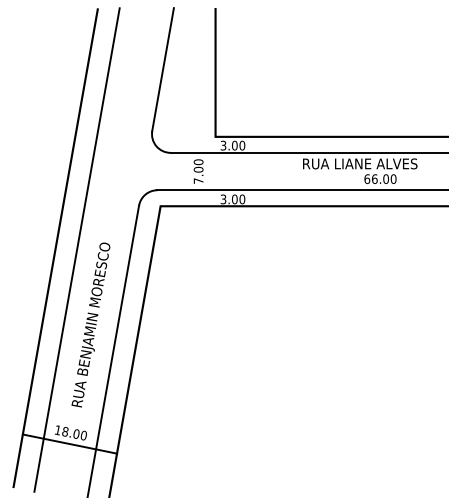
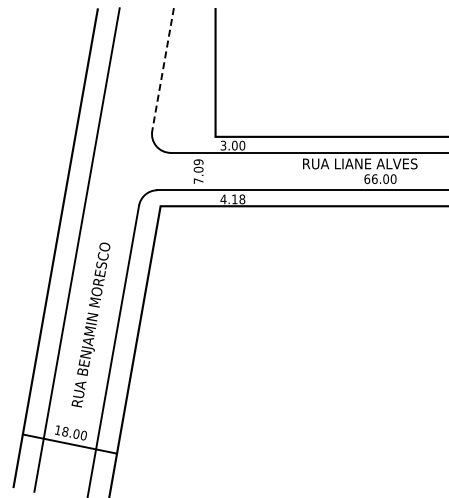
line at (163, 70): solid -> dashed
text at (198, 162): 7.00 -> 7.09
text at (232, 199): 3.00 -> 4.18
